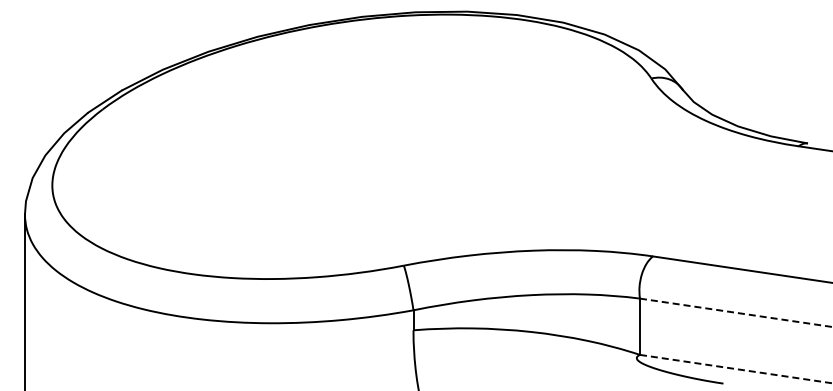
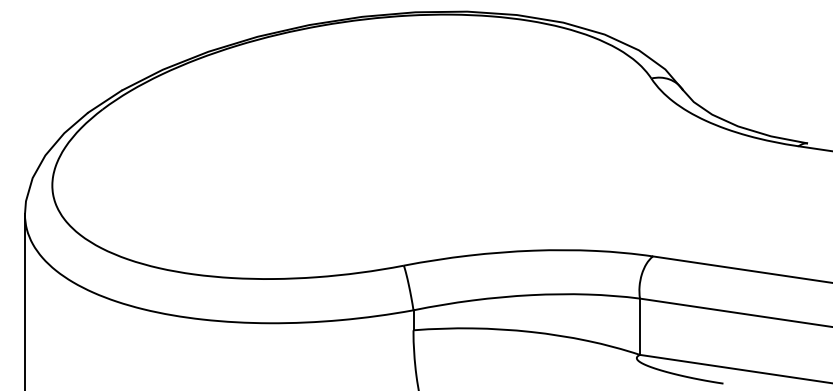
line at (736, 312): dashed -> solid
line at (736, 369): dashed -> solid
